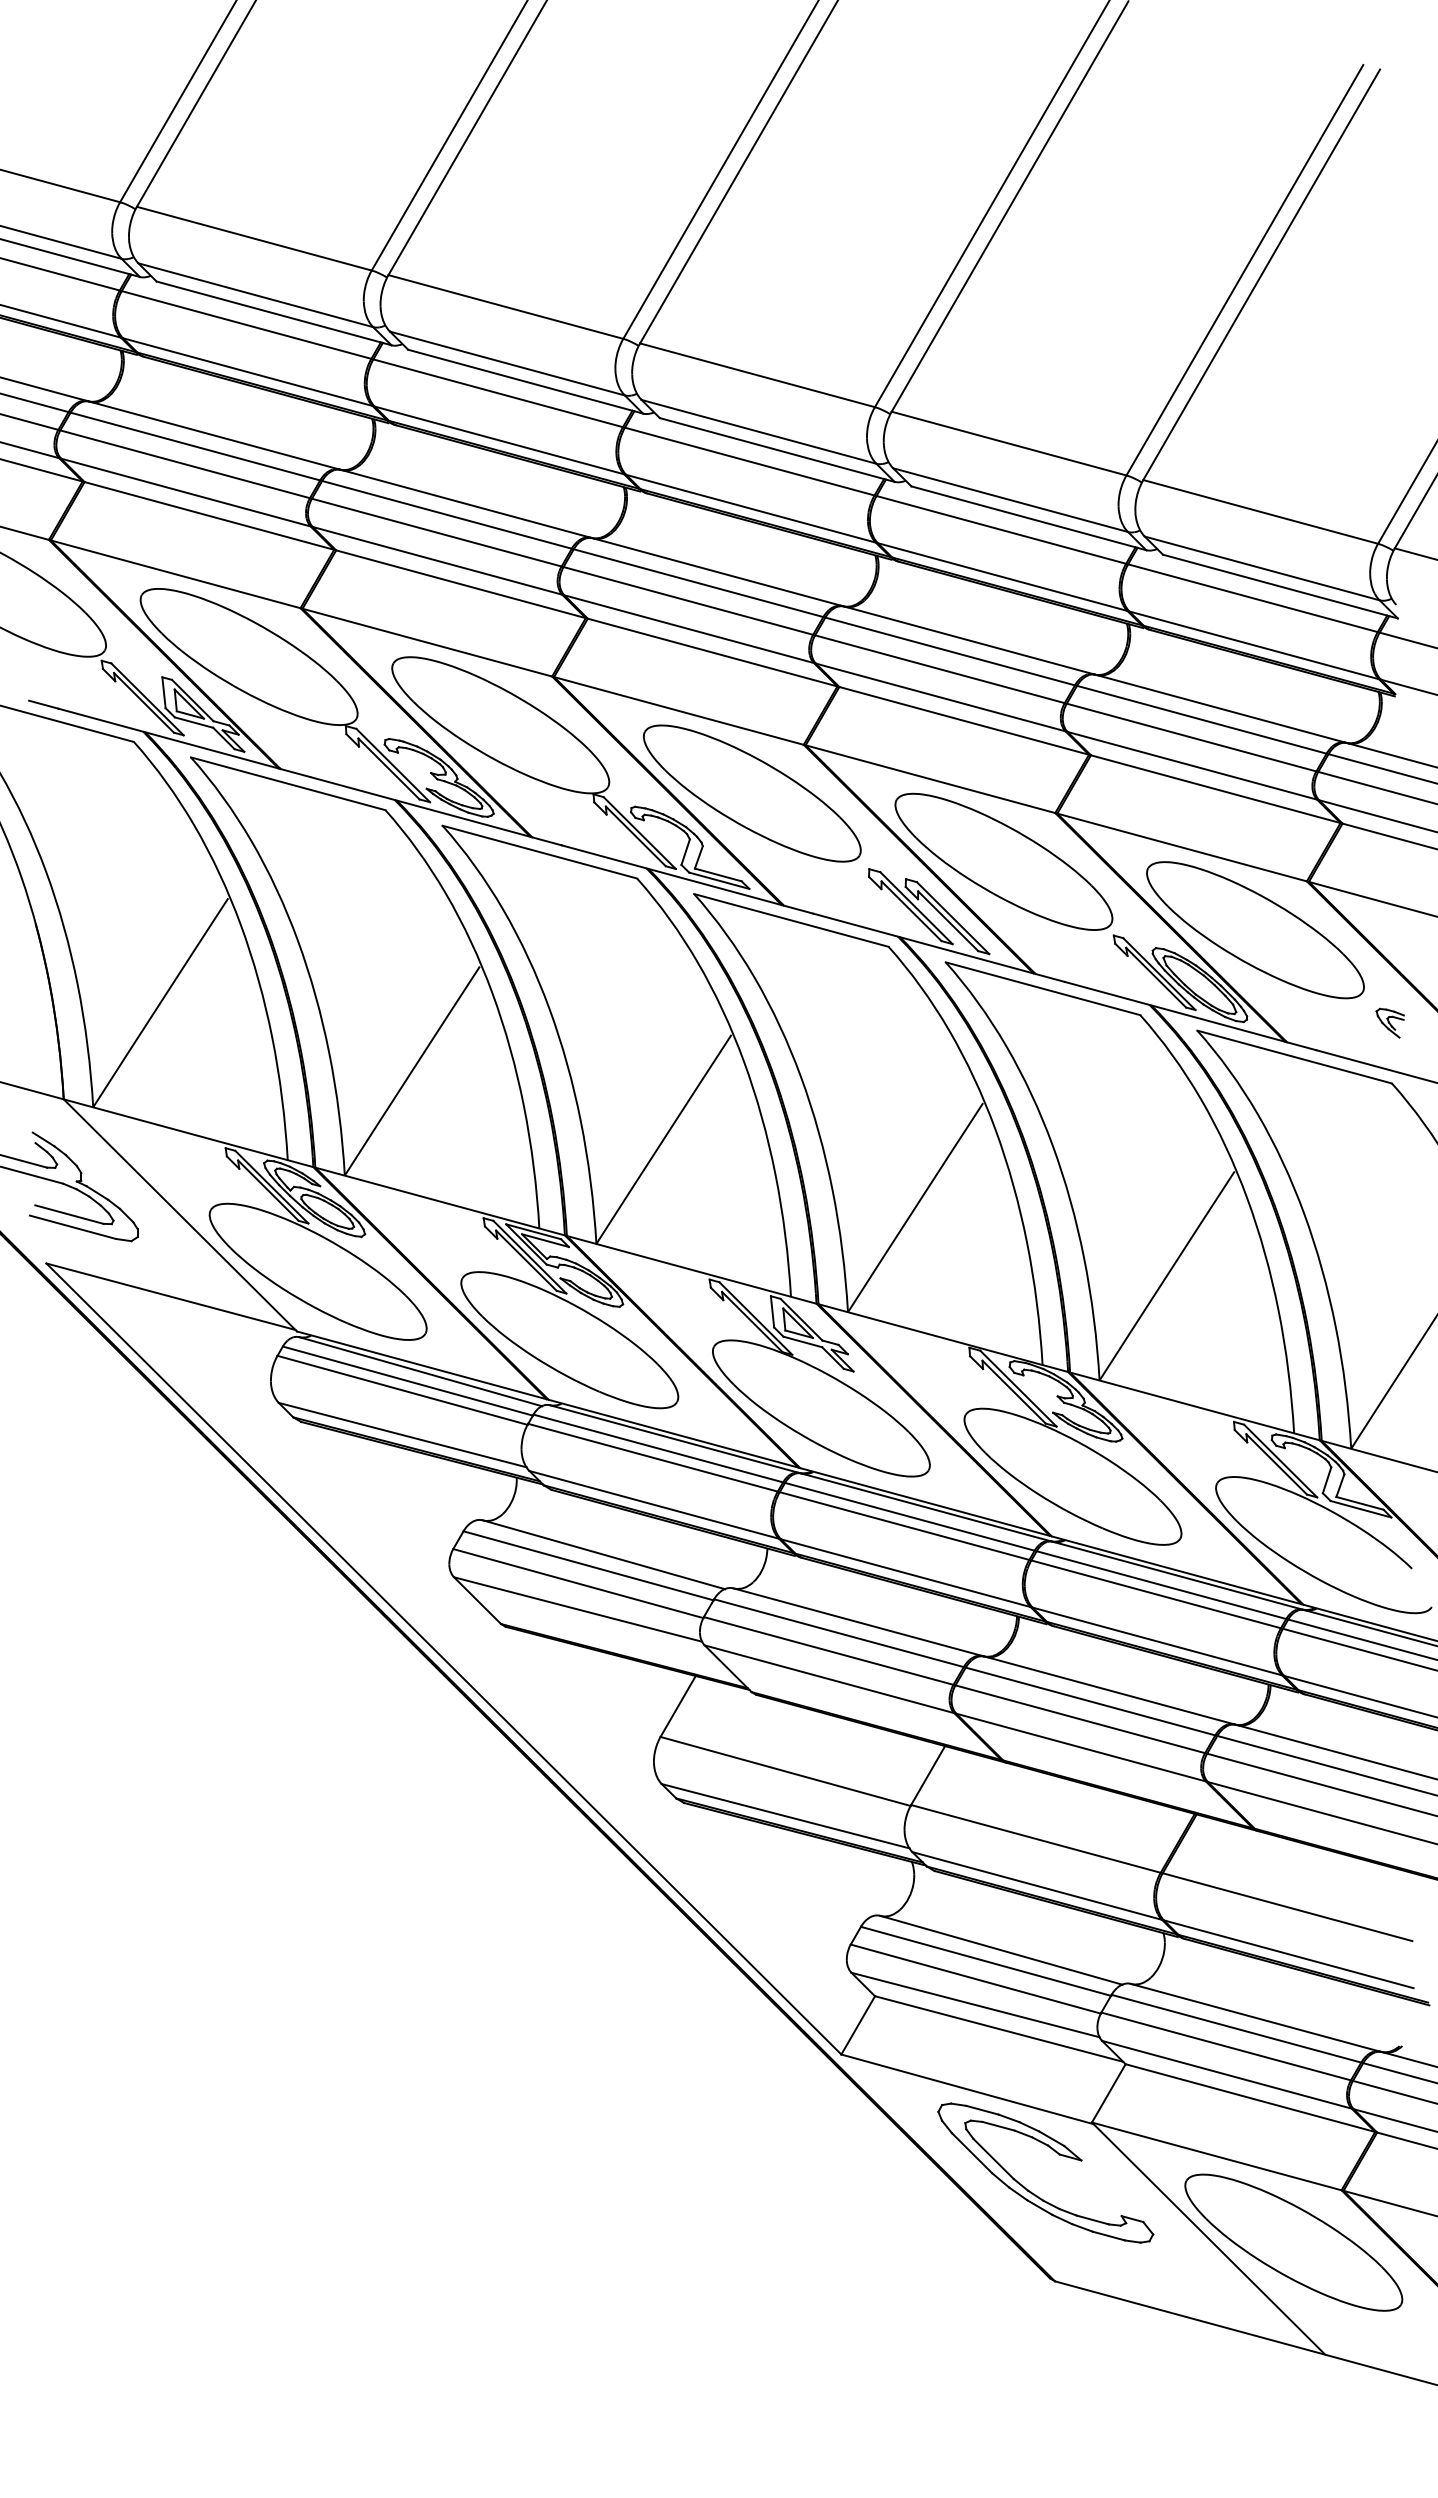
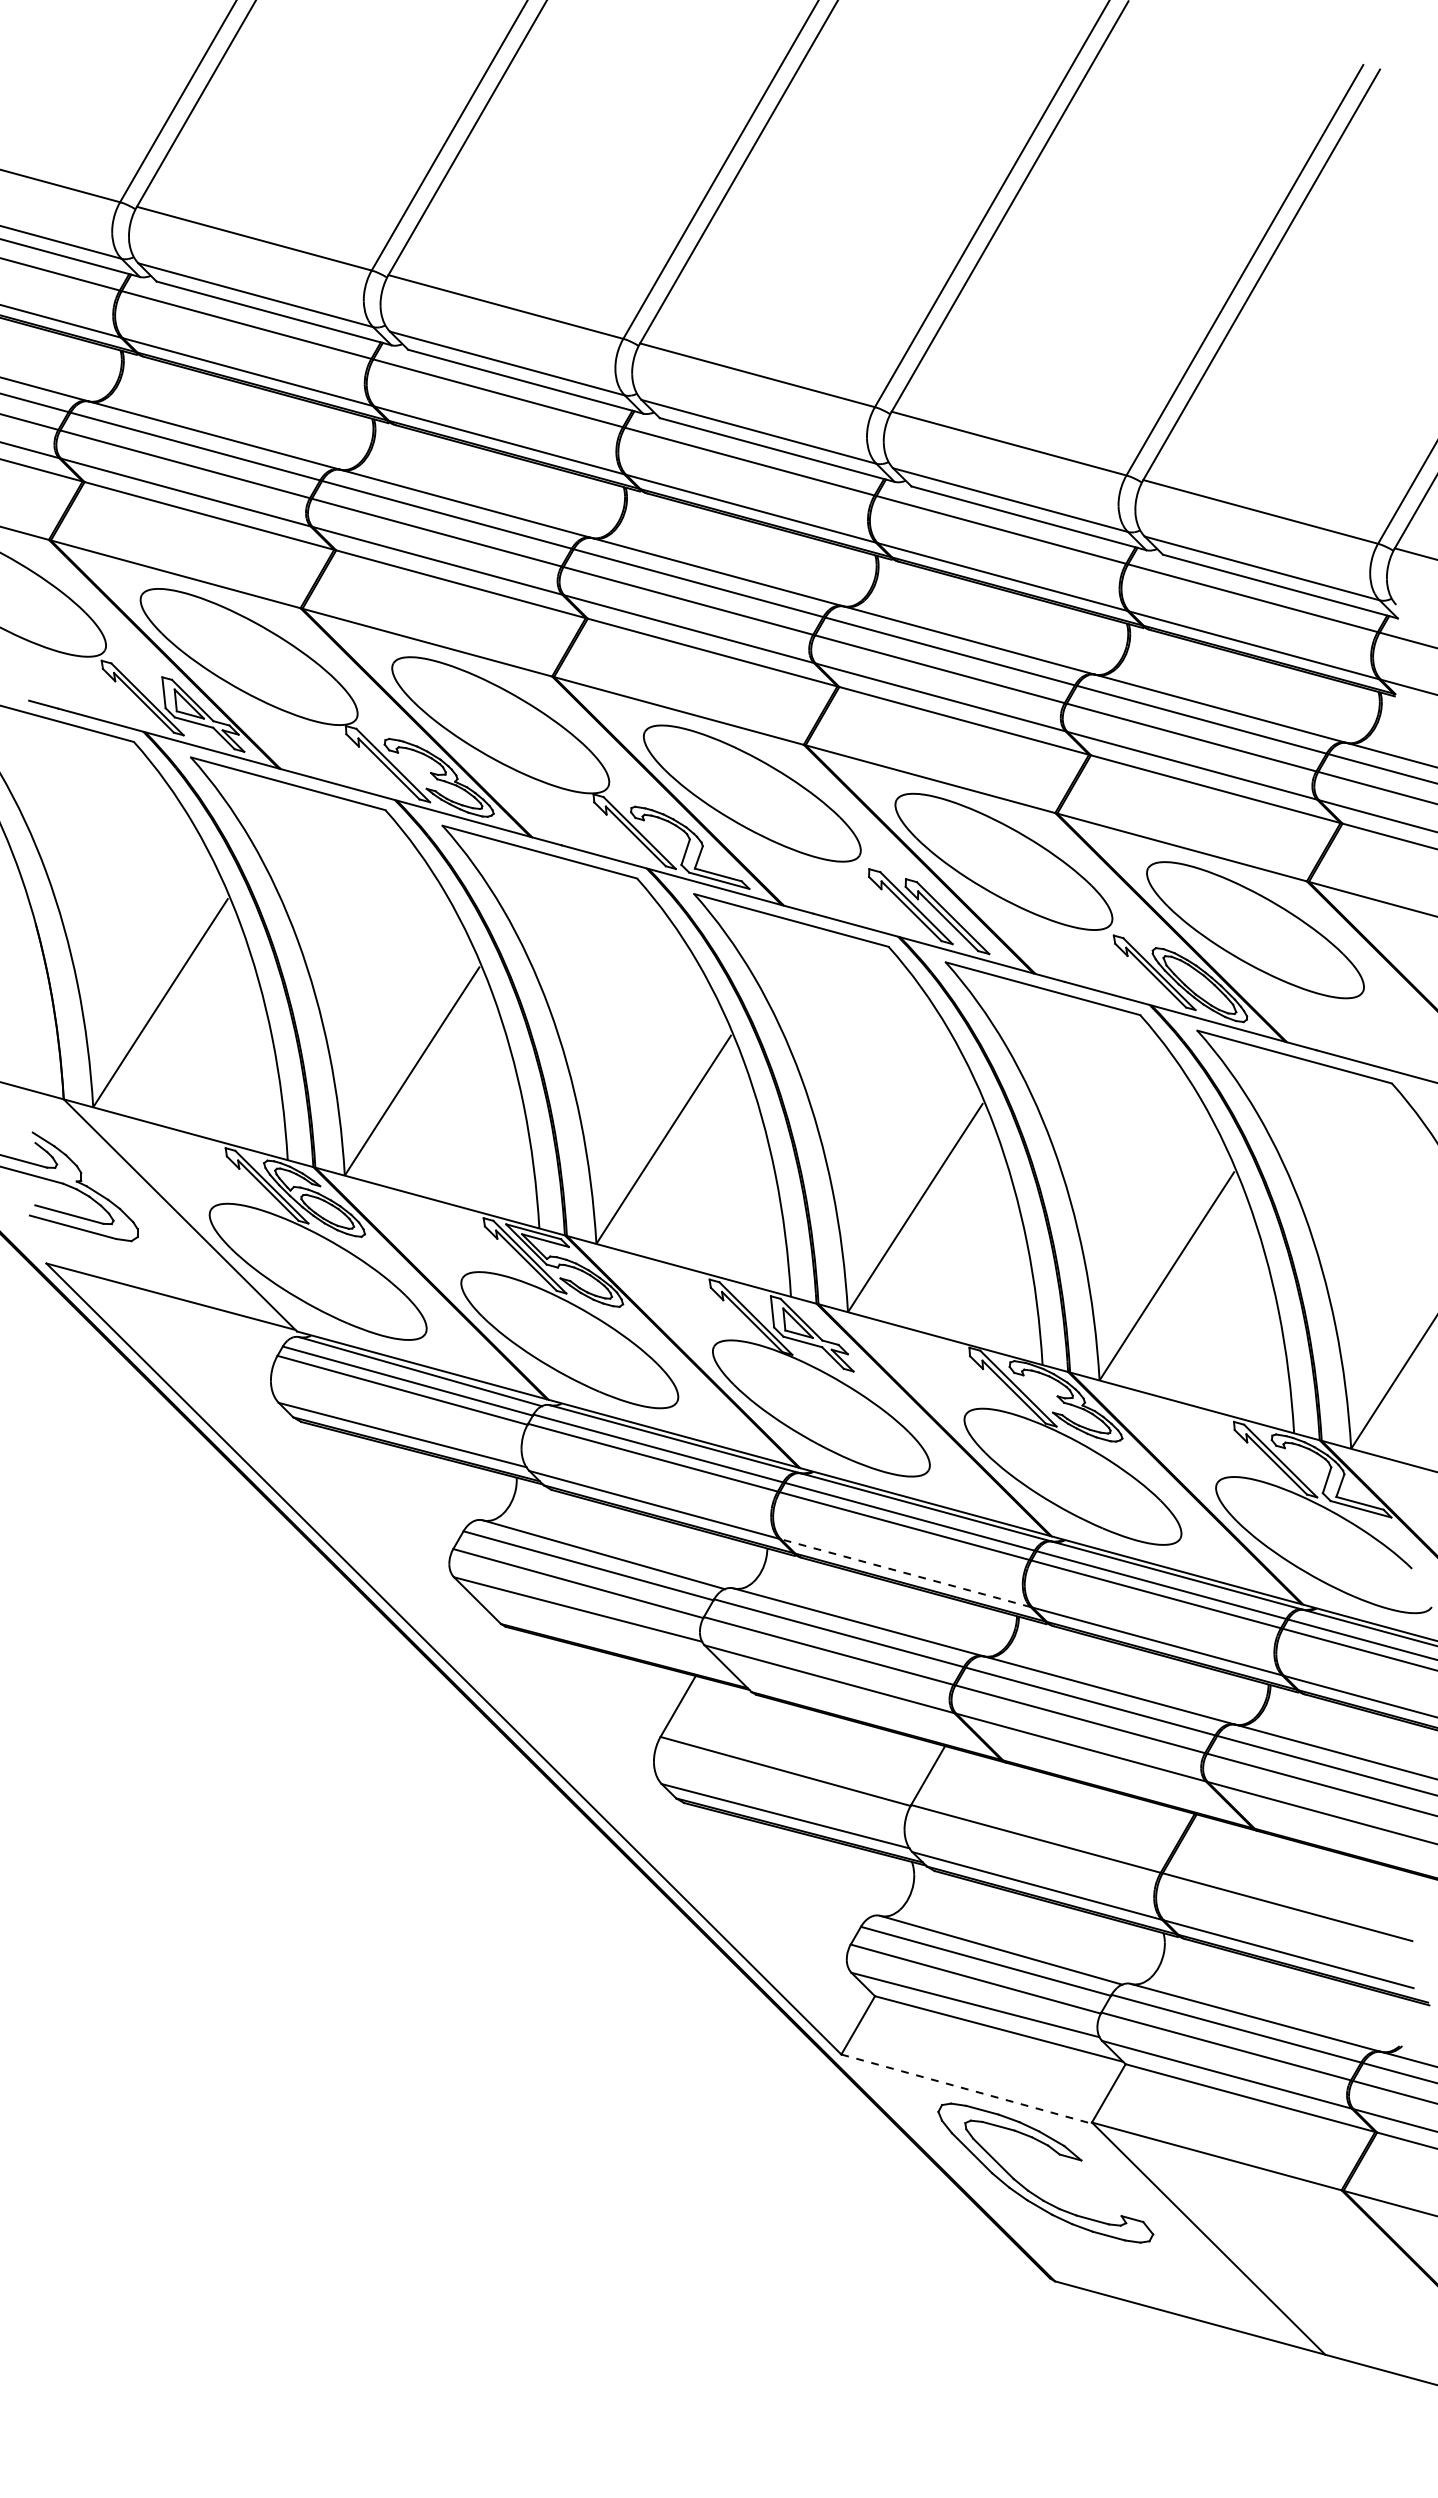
part at (1389, 1022): present -> none
line at (905, 1573): solid -> dashed
line at (967, 2089): solid -> dashed
part at (1293, 2242): present -> none
